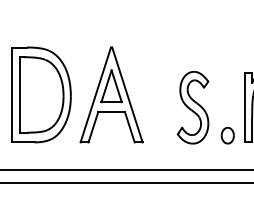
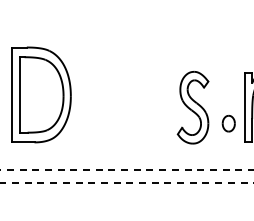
part at (111, 94): present -> none
part at (227, 135) position: (227, 135) -> (228, 123)
line at (127, 169): solid -> dashed
line at (126, 183): solid -> dashed
